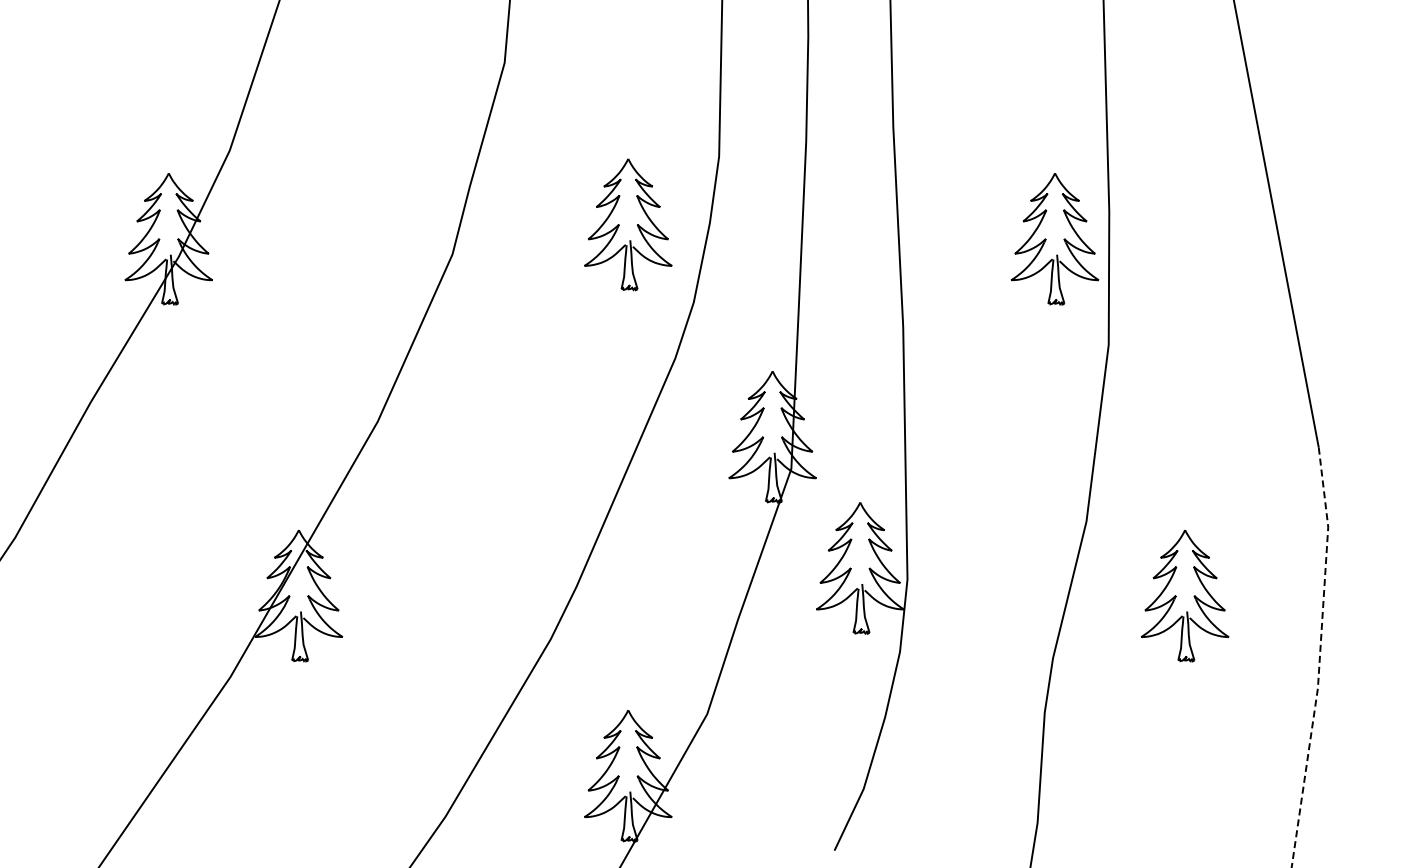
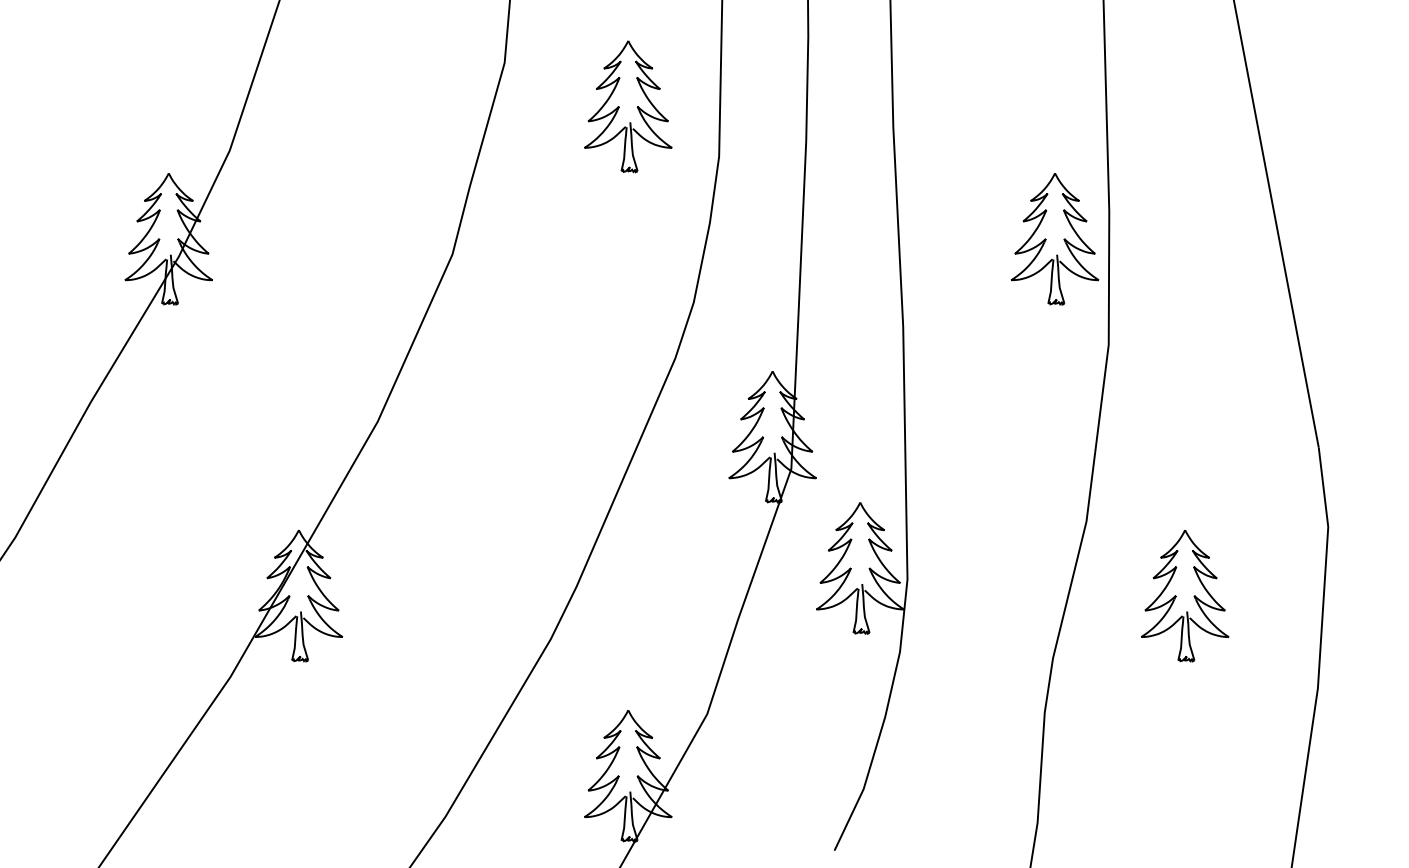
part at (628, 224) position: (628, 224) -> (628, 106)
line at (1319, 658): dashed -> solid
